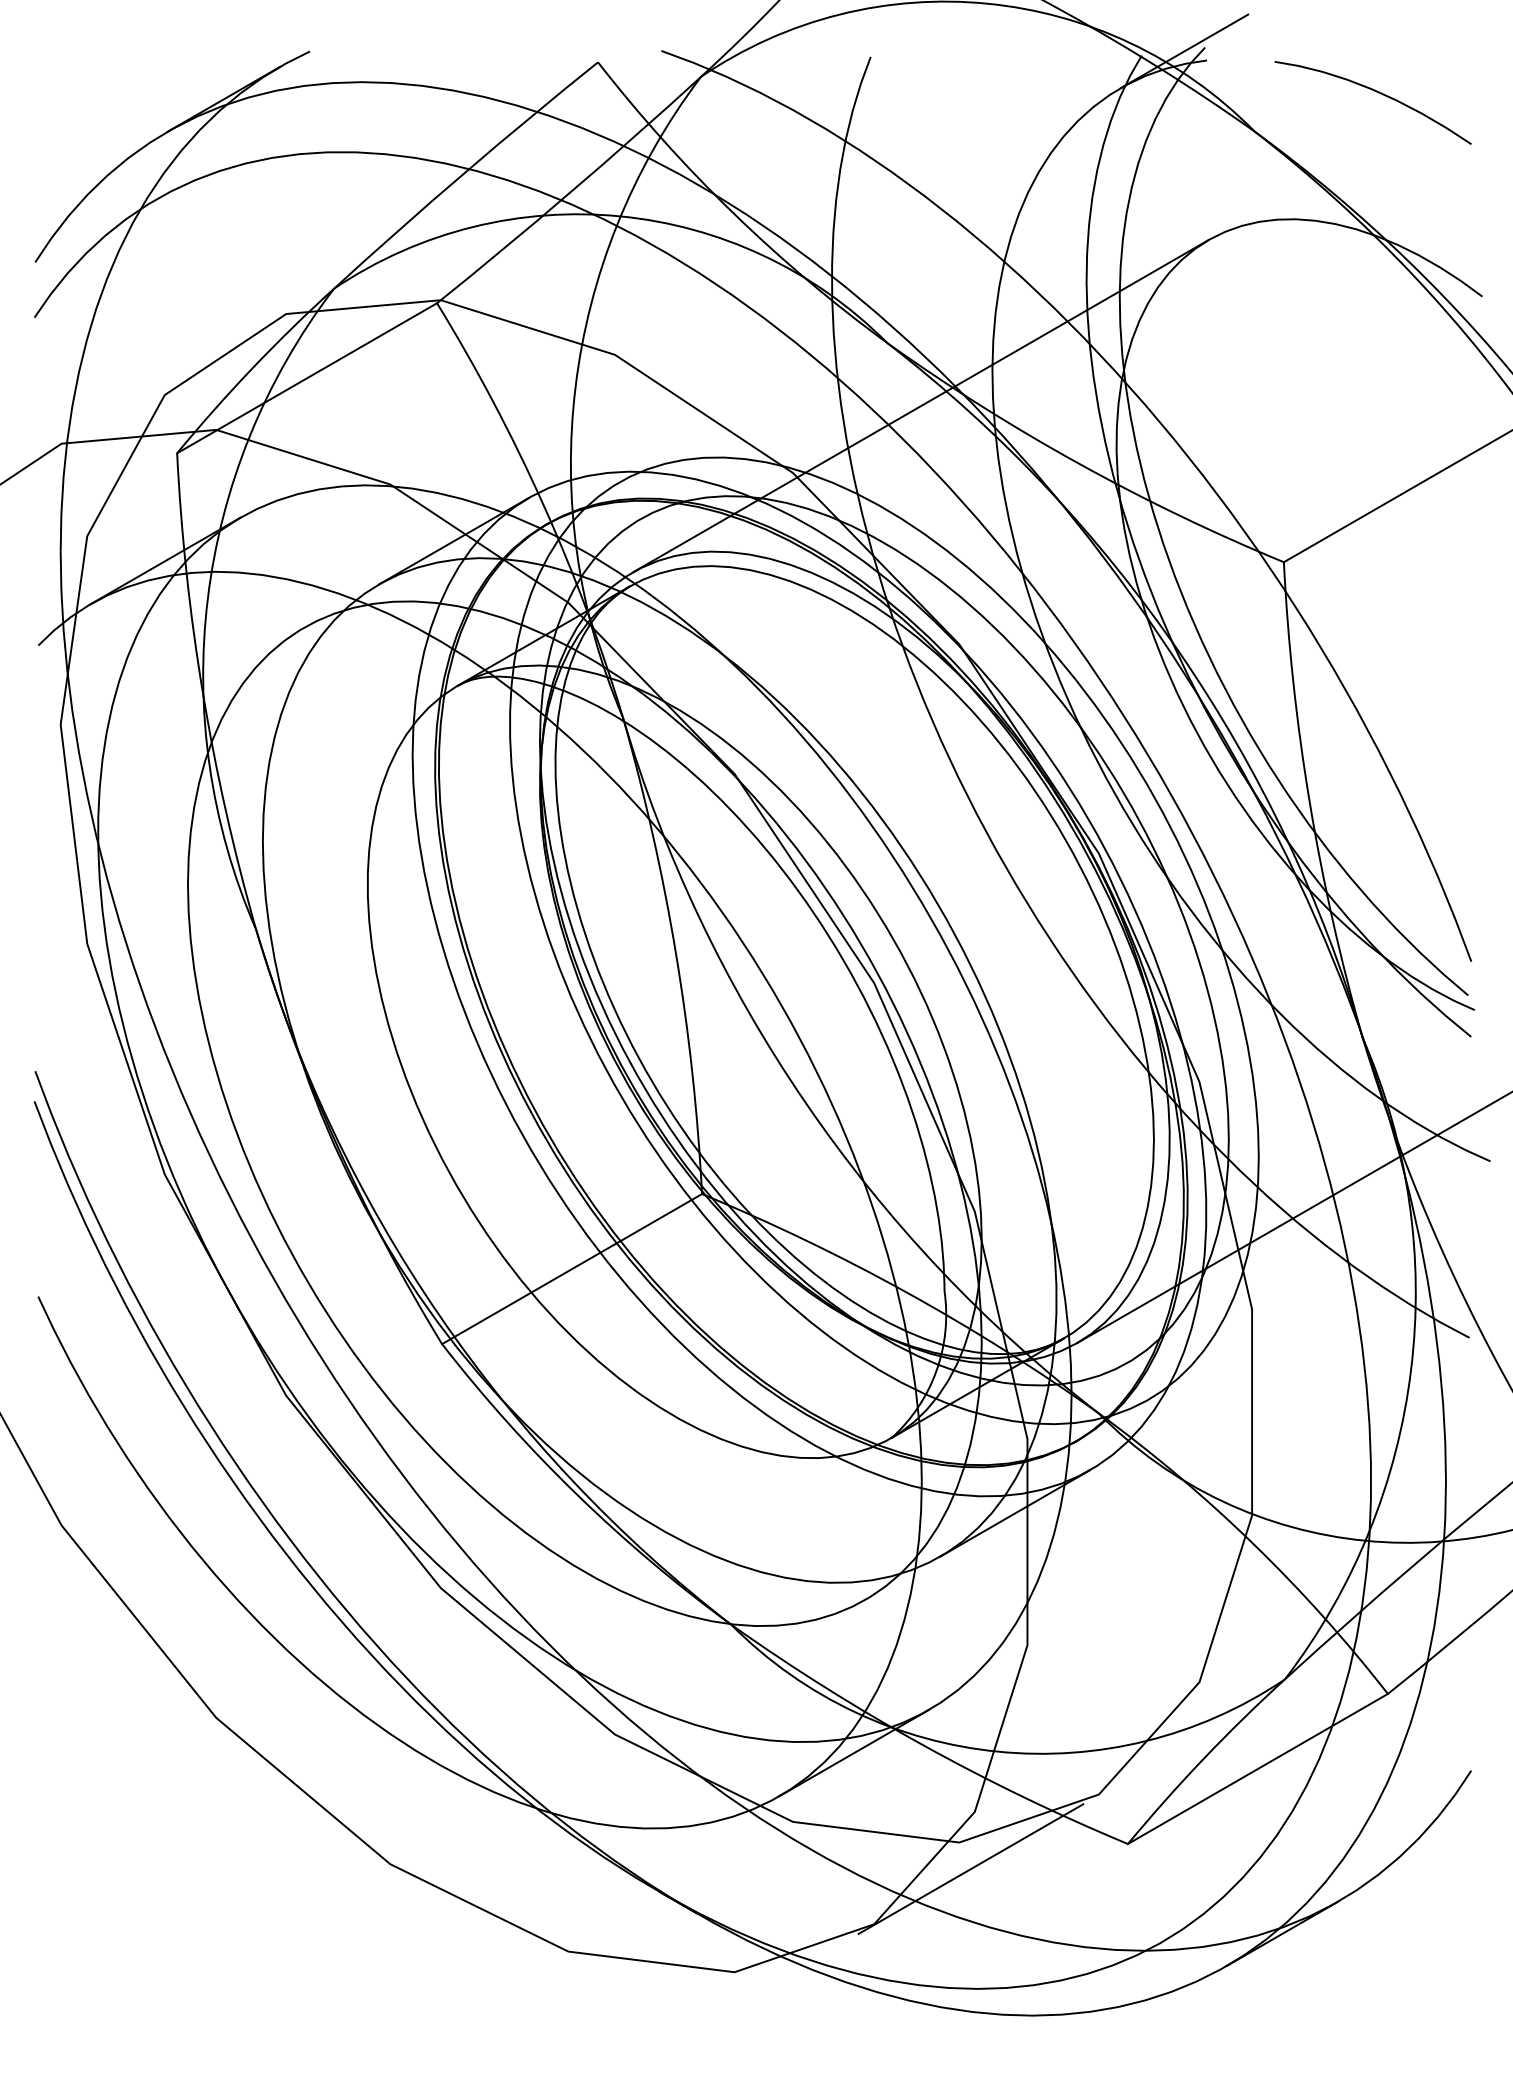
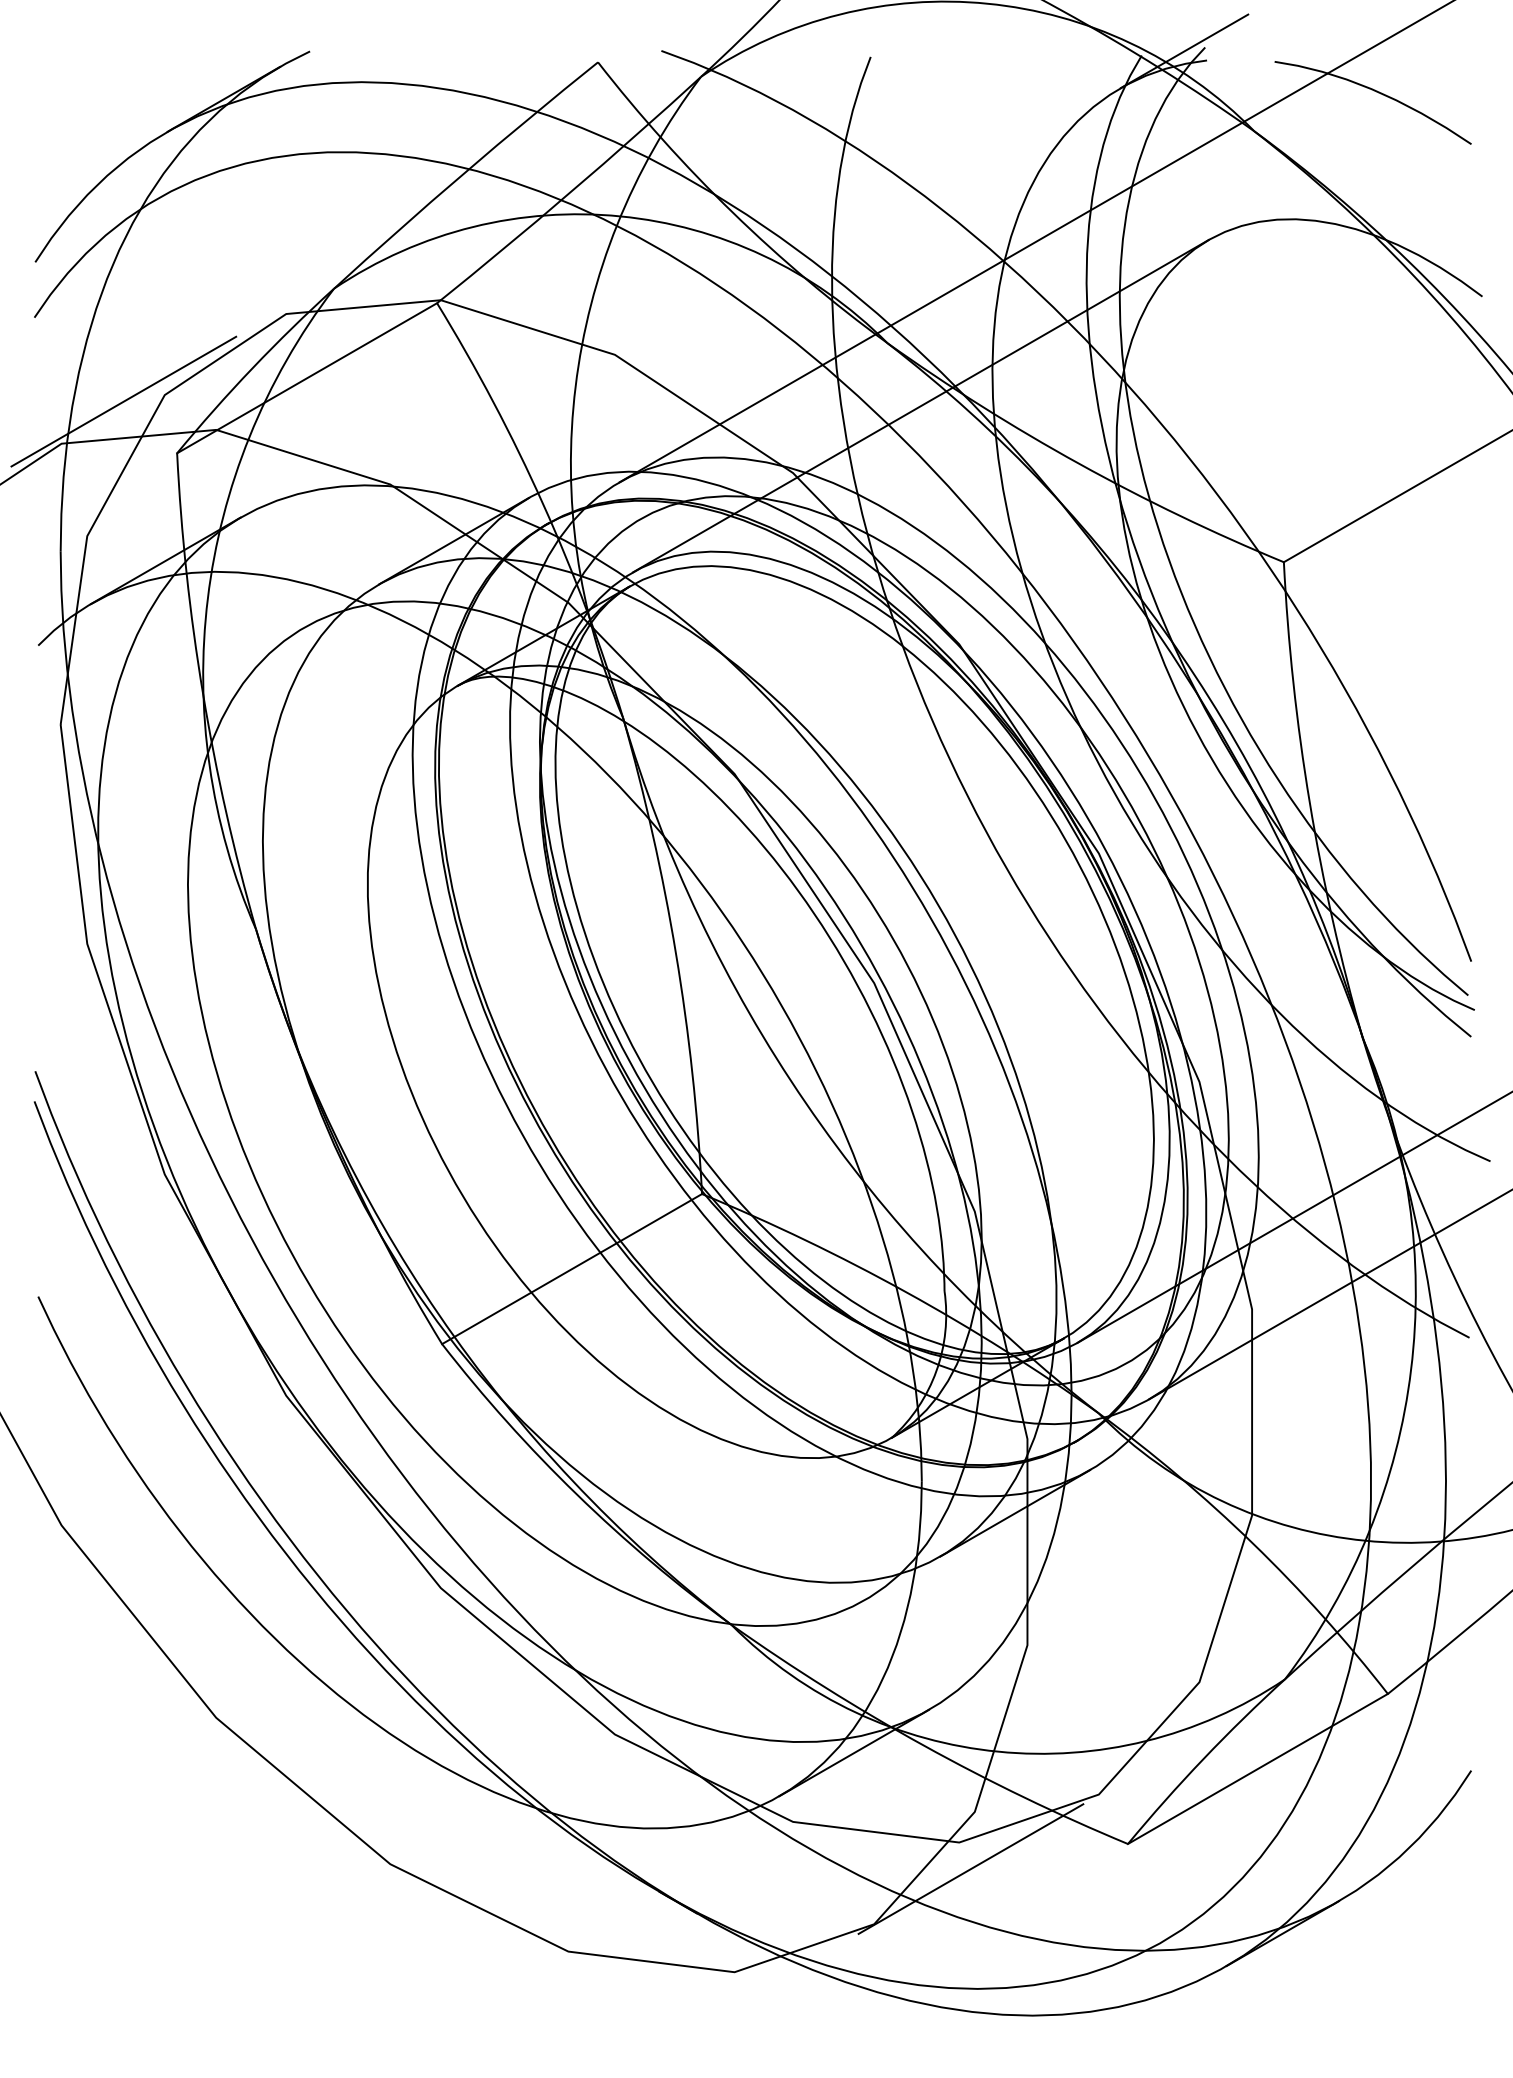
line at (1035, 242): none -> present
line at (123, 401): none -> present
line at (1329, 1295): none -> present
